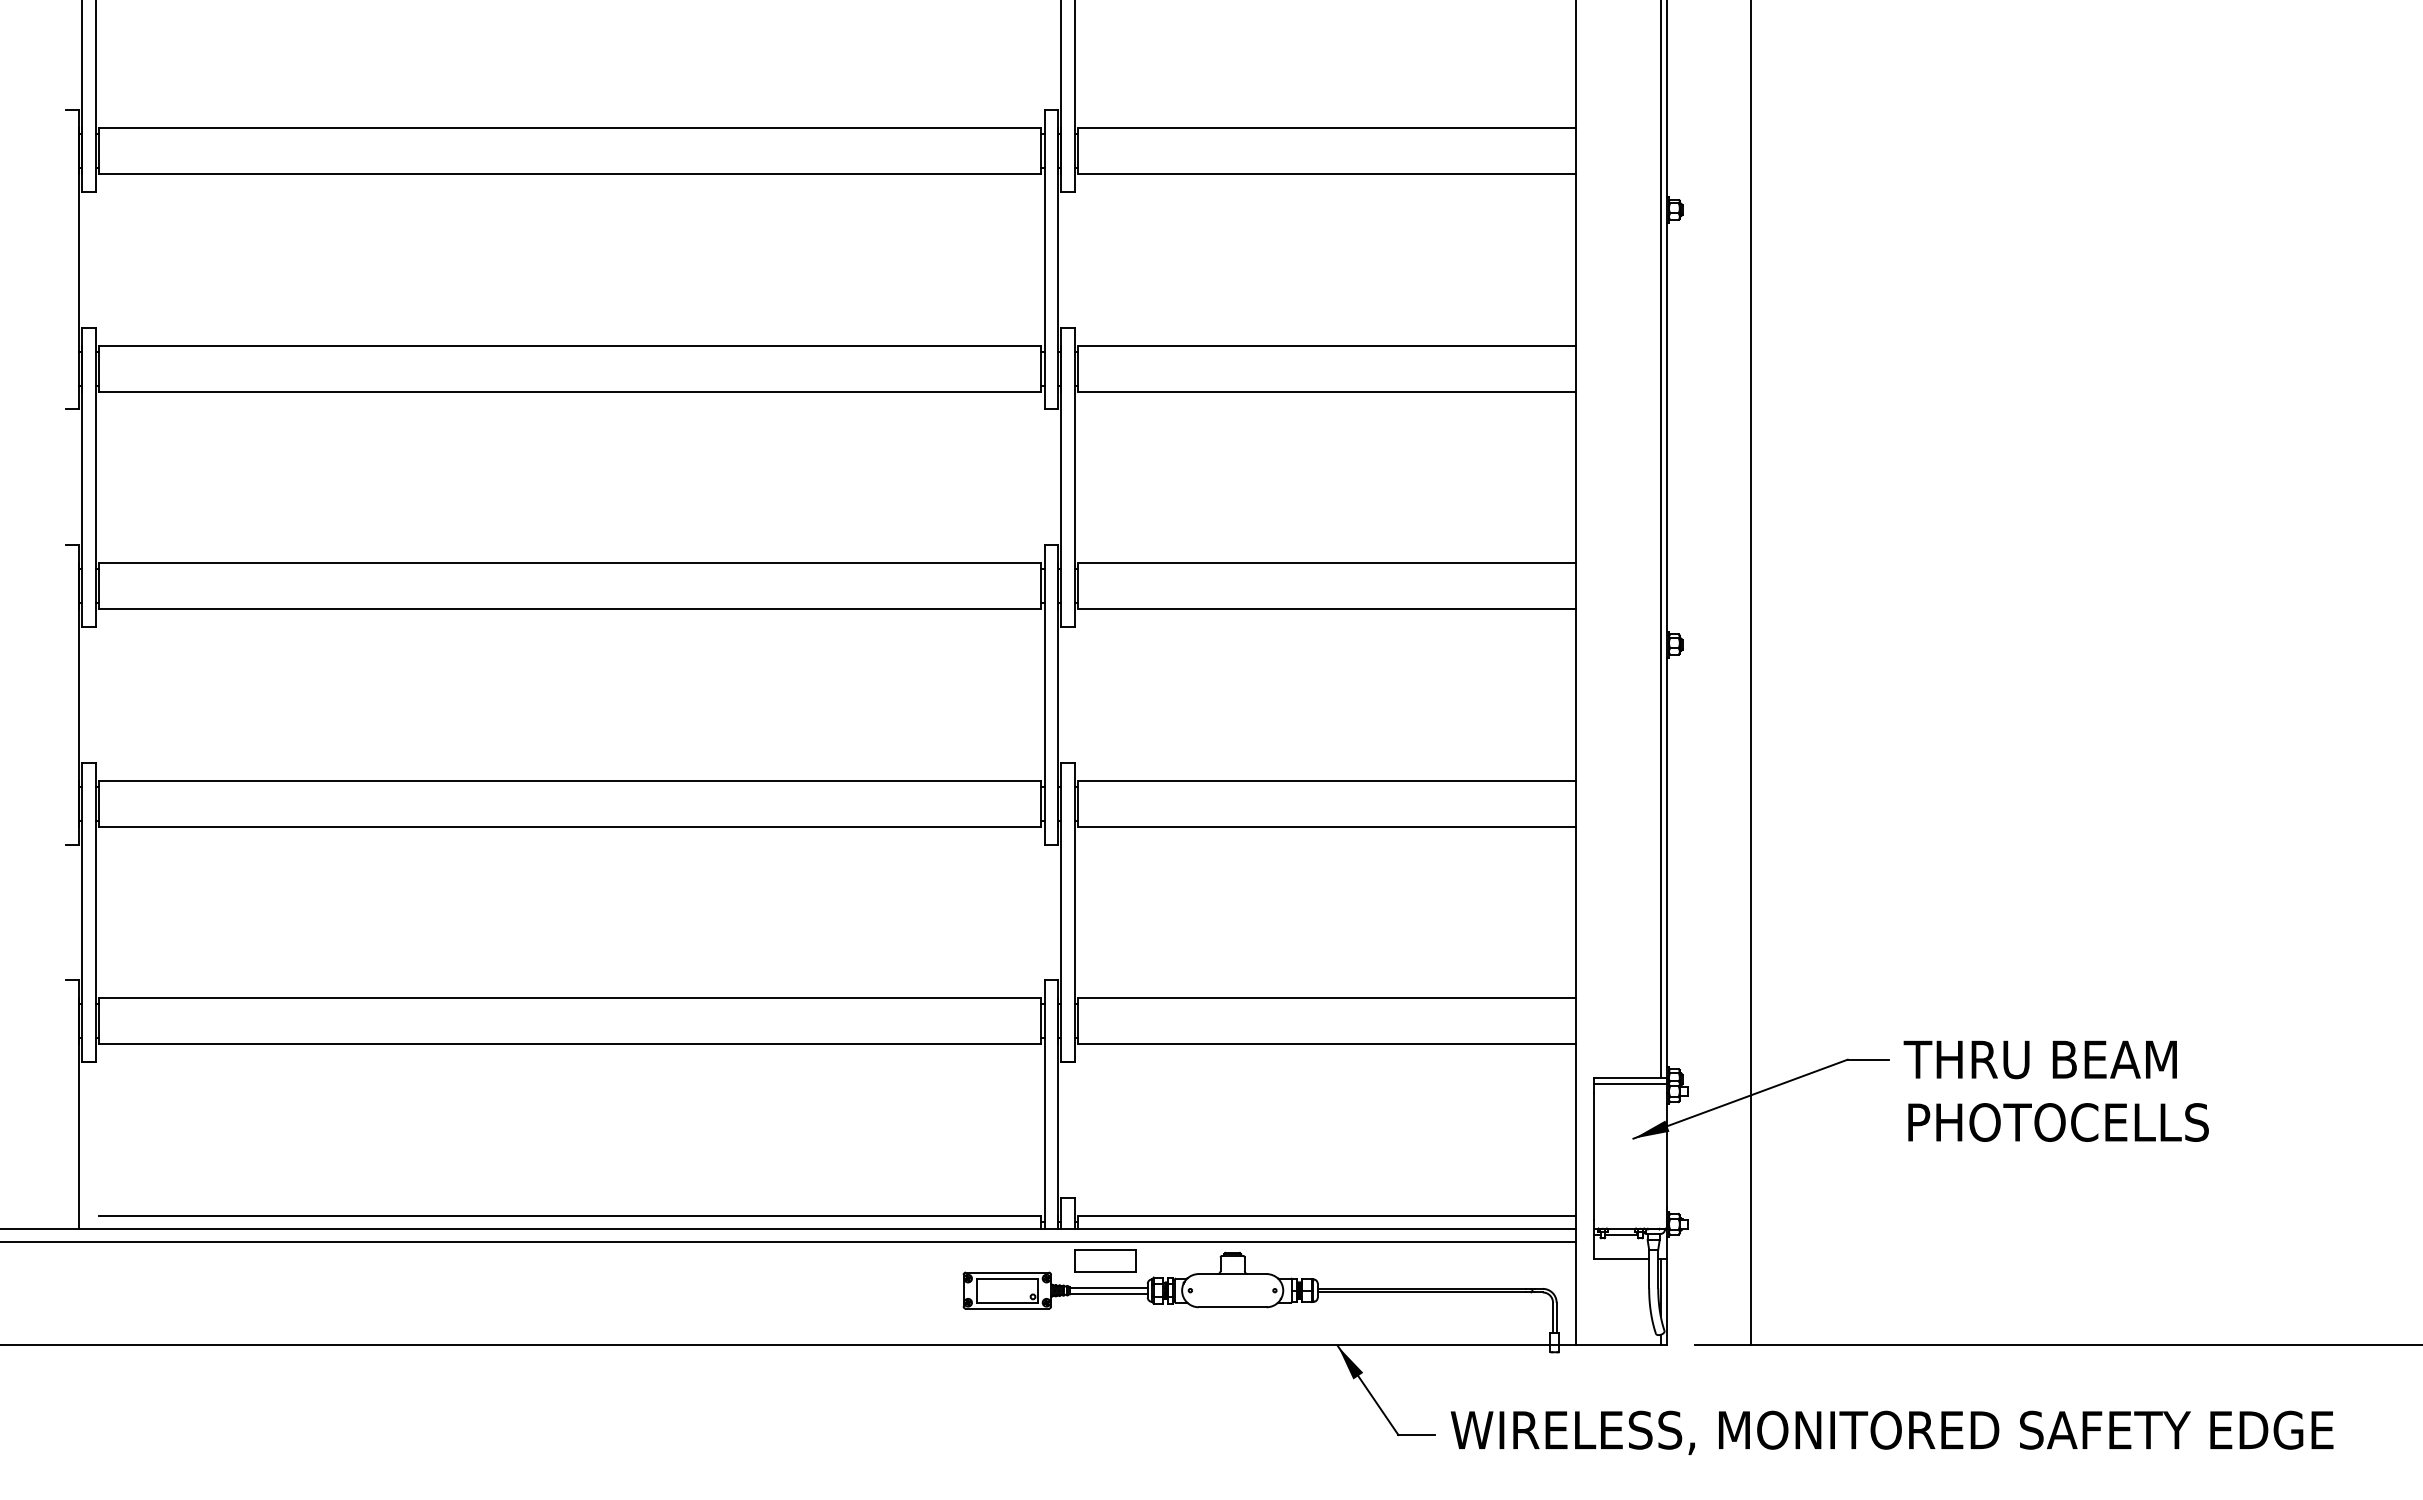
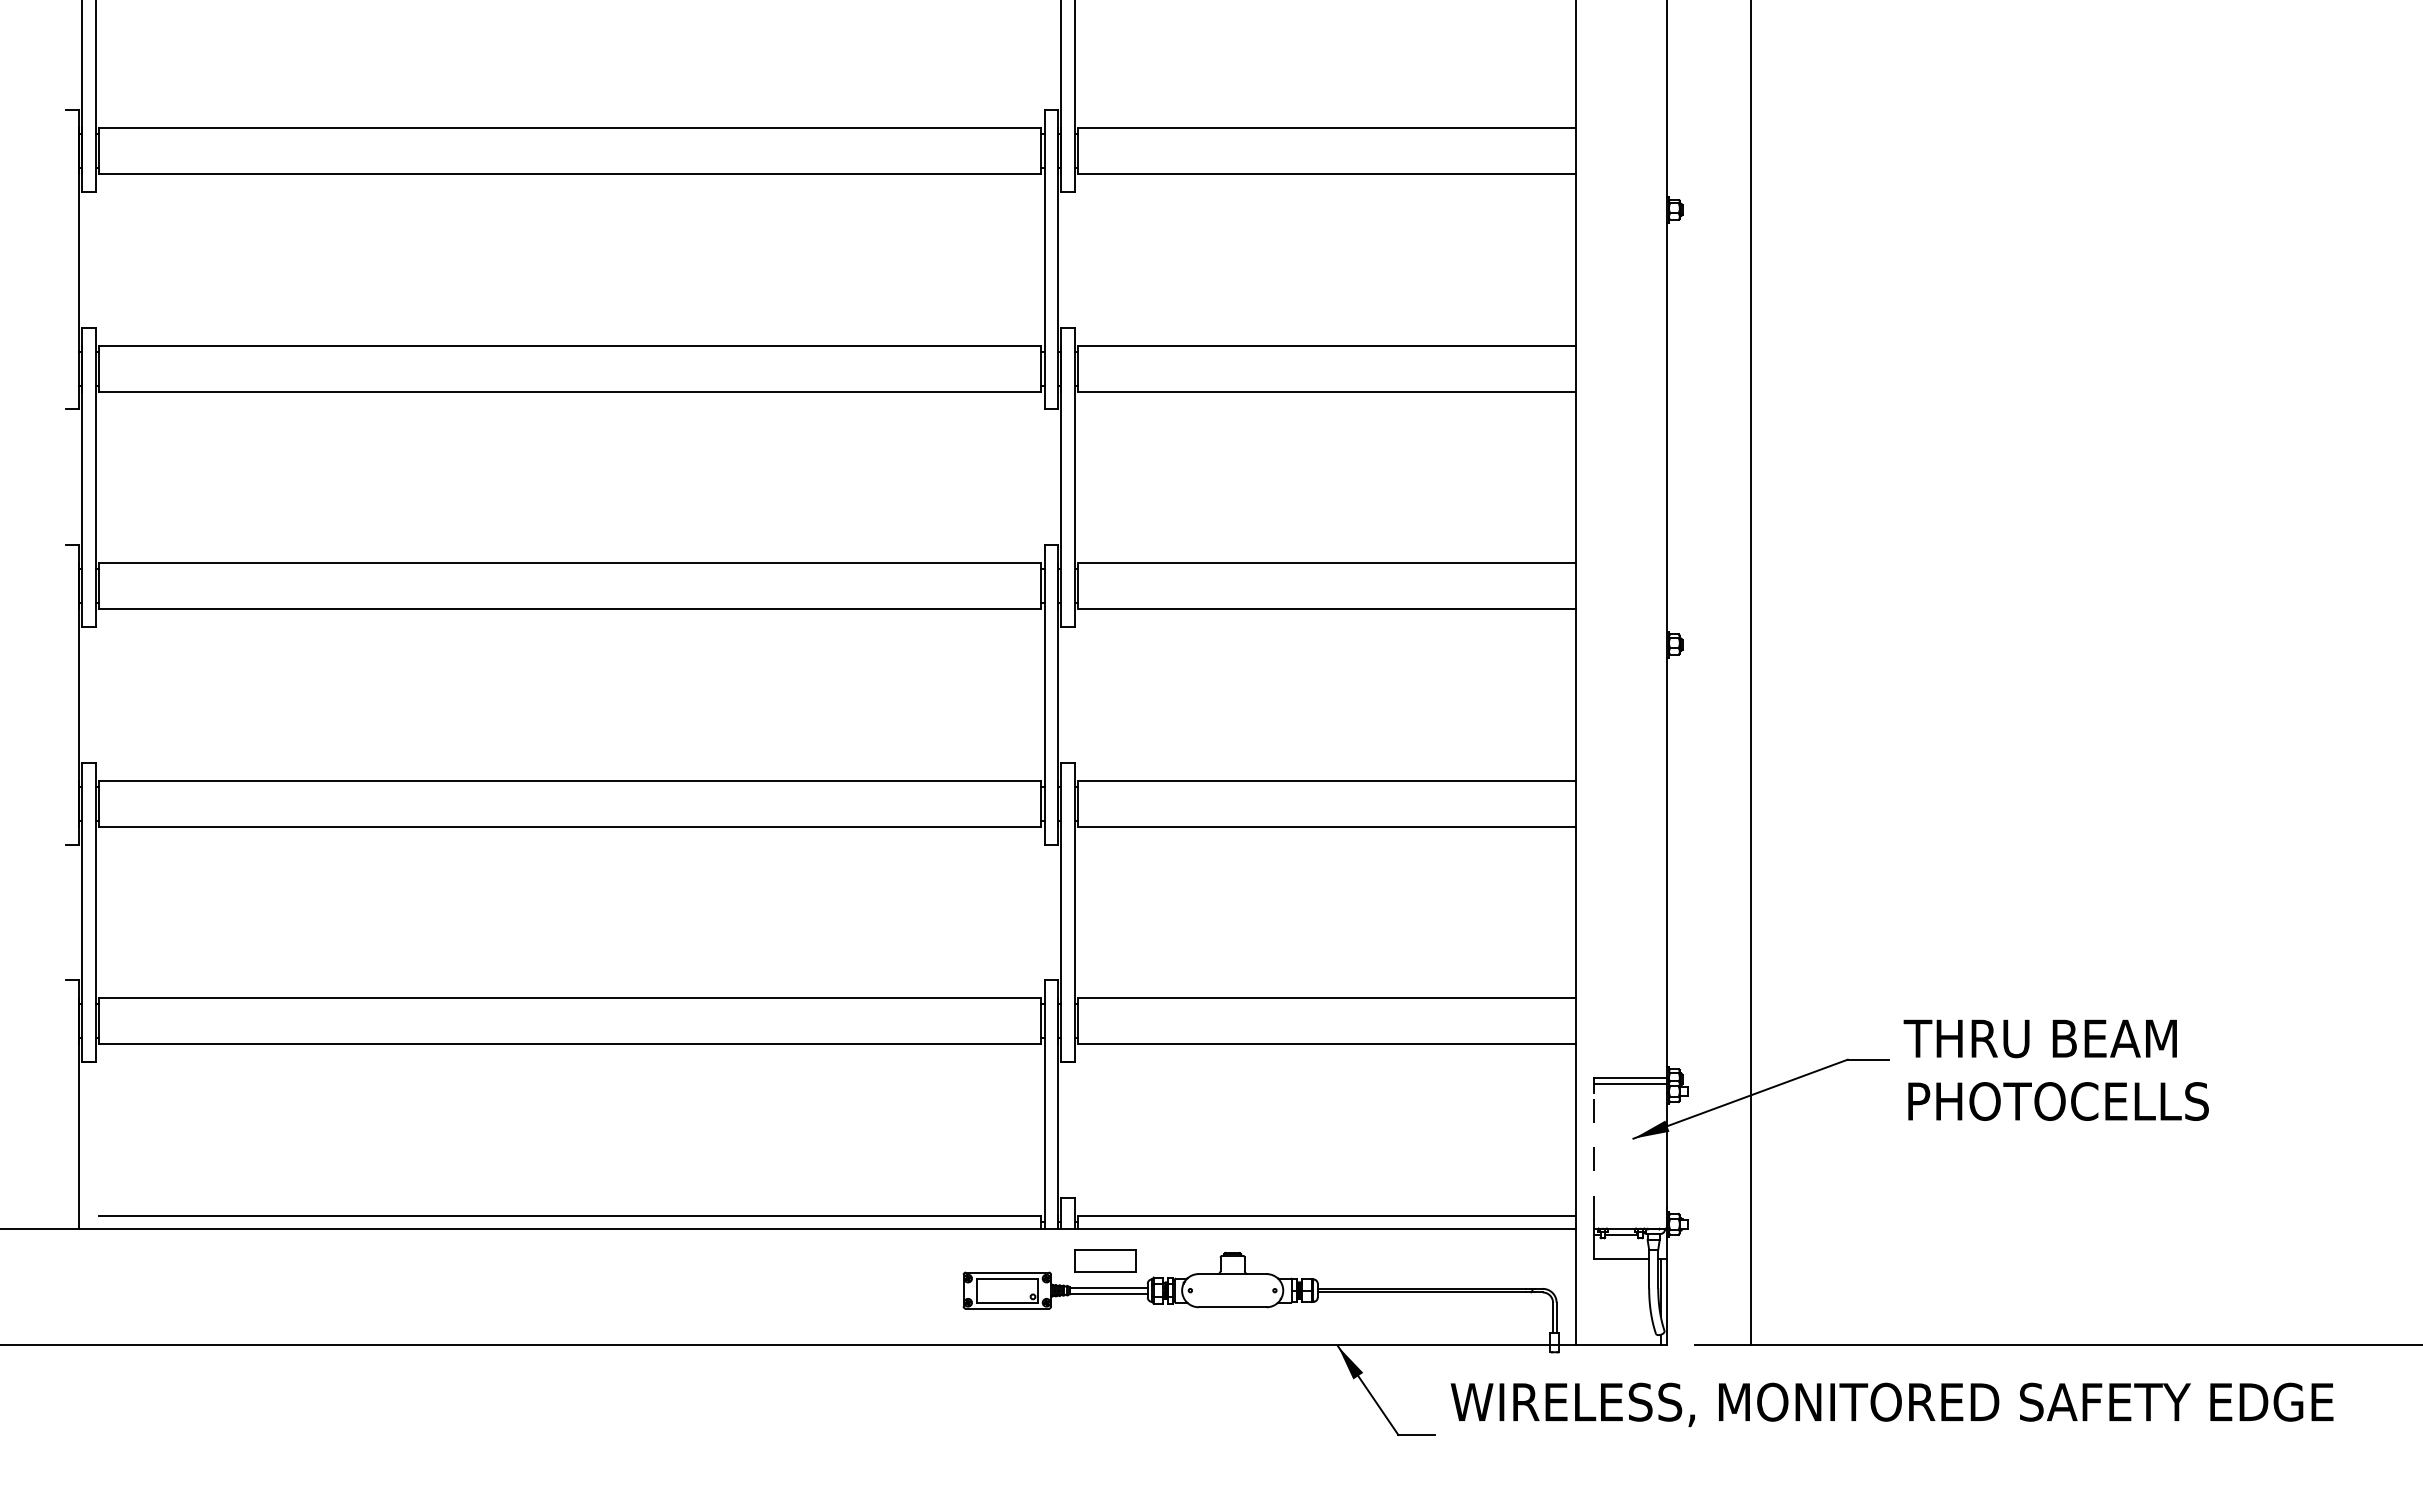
line at (1660, 539): present -> none
text at (2055, 1090) position: (2055, 1090) -> (2055, 1069)
line at (1594, 1155): solid -> dashed
line at (789, 1241): present -> none
text at (1891, 1432) position: (1891, 1432) -> (1891, 1404)
